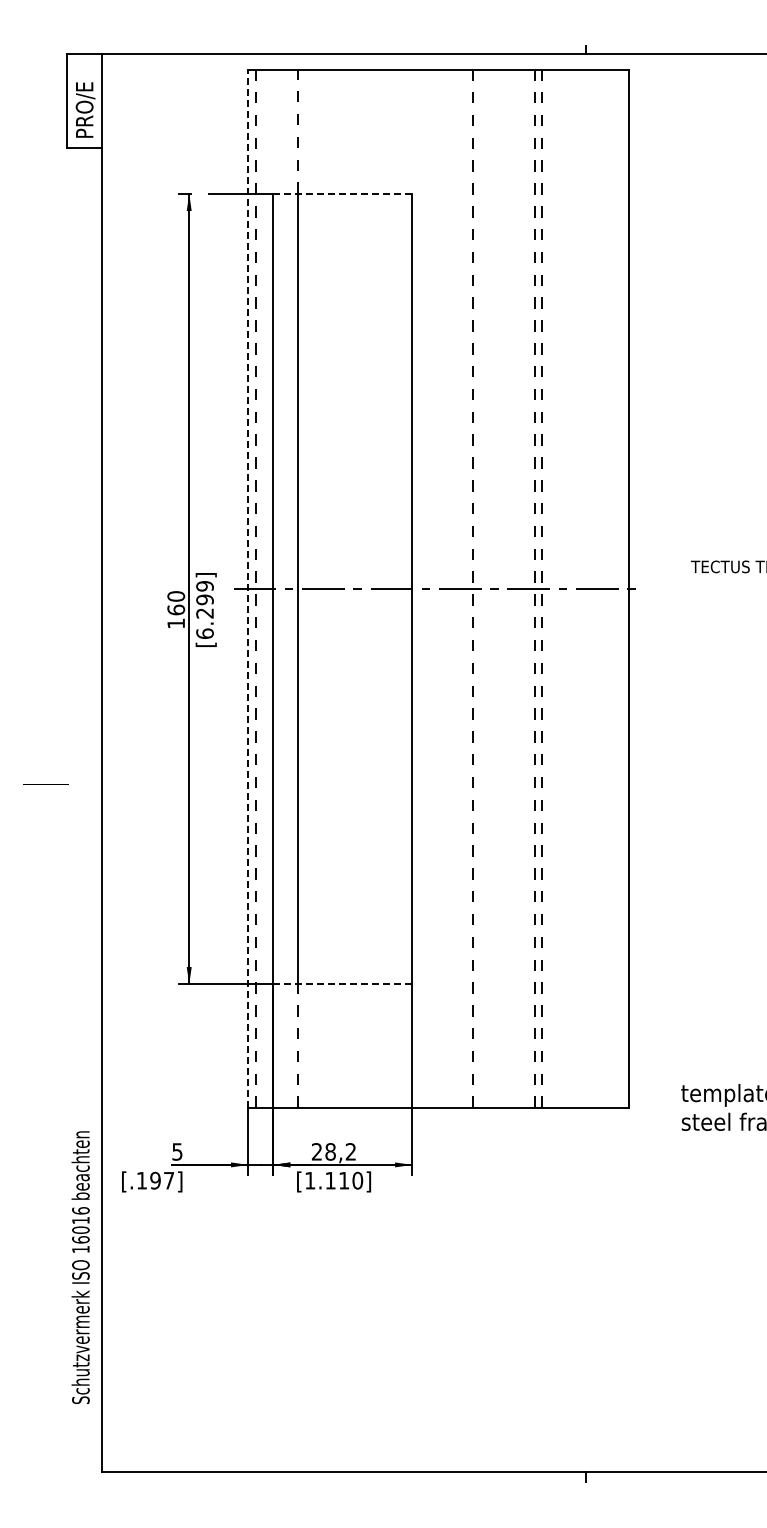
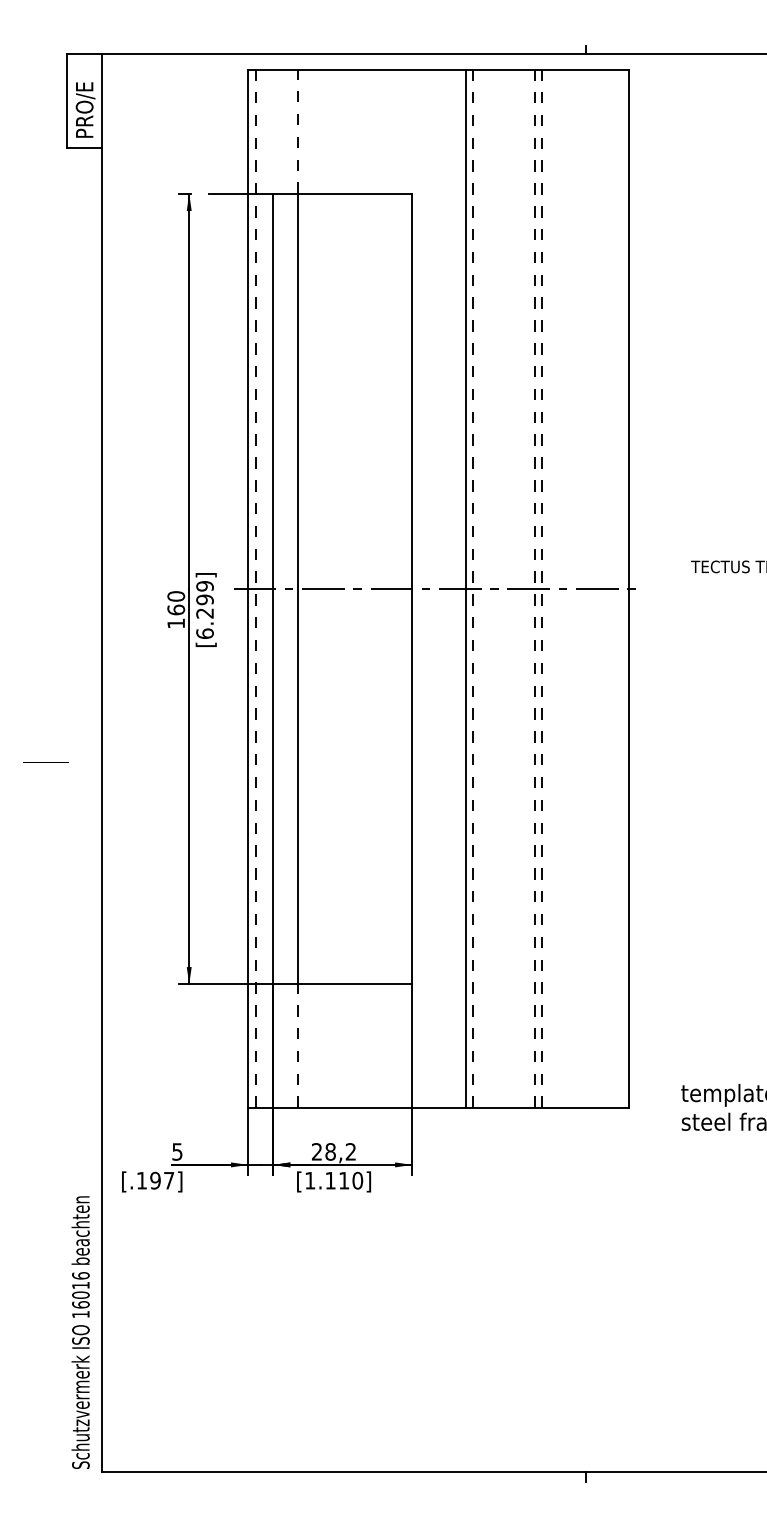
line at (342, 193): dashed -> solid
line at (465, 588): none -> present
line at (248, 589): dashed -> solid
line at (45, 784) position: (45, 784) -> (45, 762)
line at (342, 984): dashed -> solid
text at (80, 1267) position: (80, 1267) -> (80, 1332)
